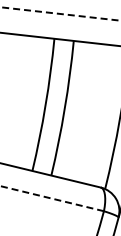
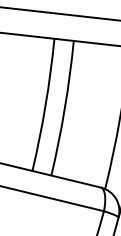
line at (60, 14): dashed -> solid
line at (51, 198): dashed -> solid
